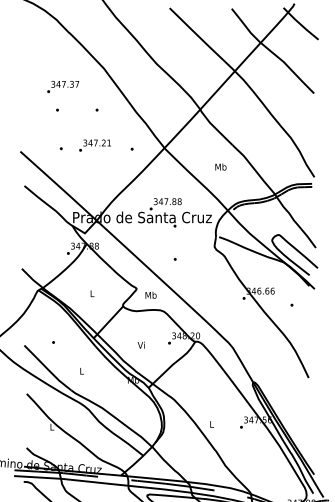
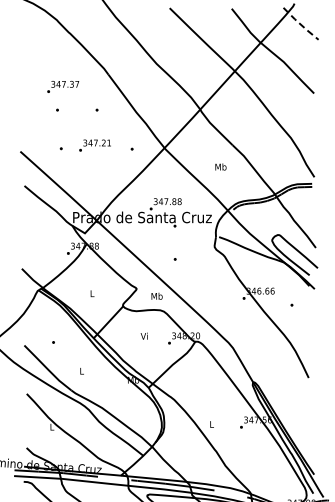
line at (300, 24): solid -> dashed
text at (150, 294) position: (150, 294) -> (156, 295)
text at (140, 344) position: (140, 344) -> (143, 335)
